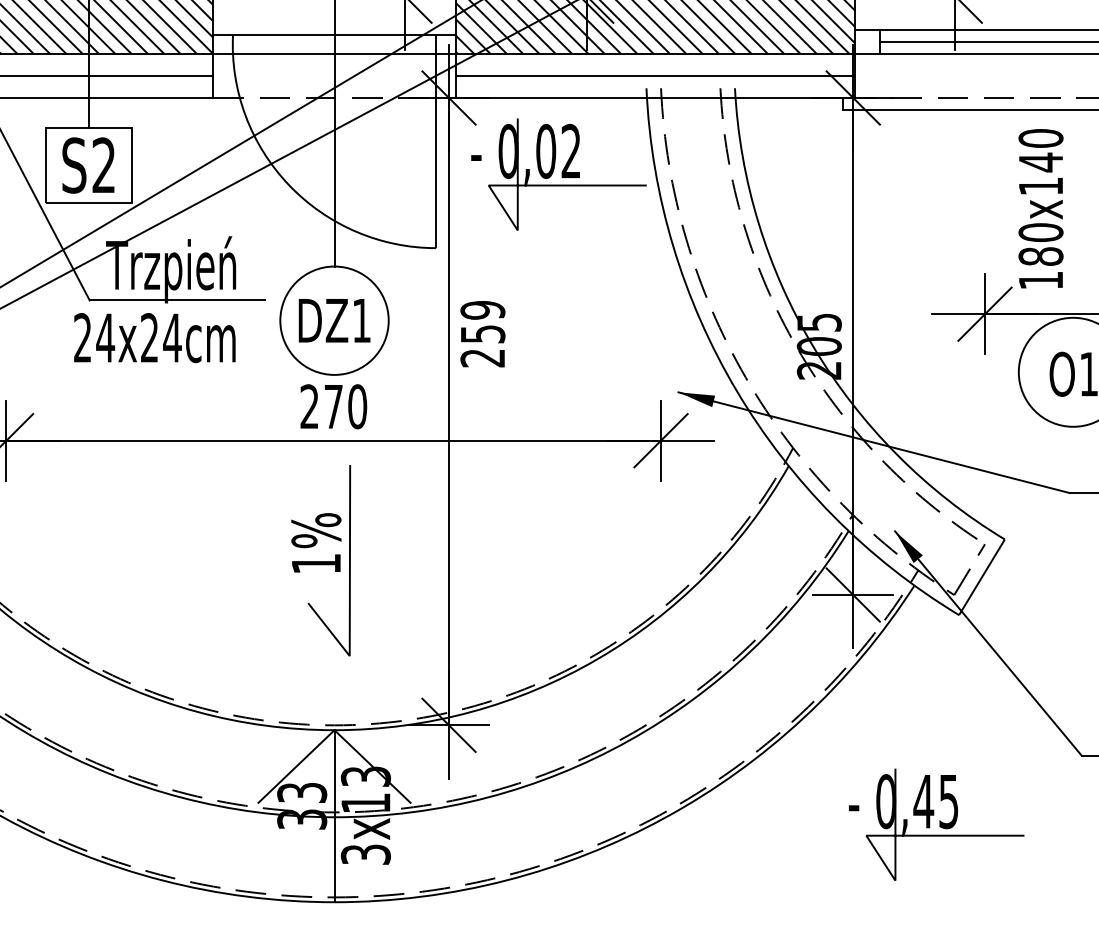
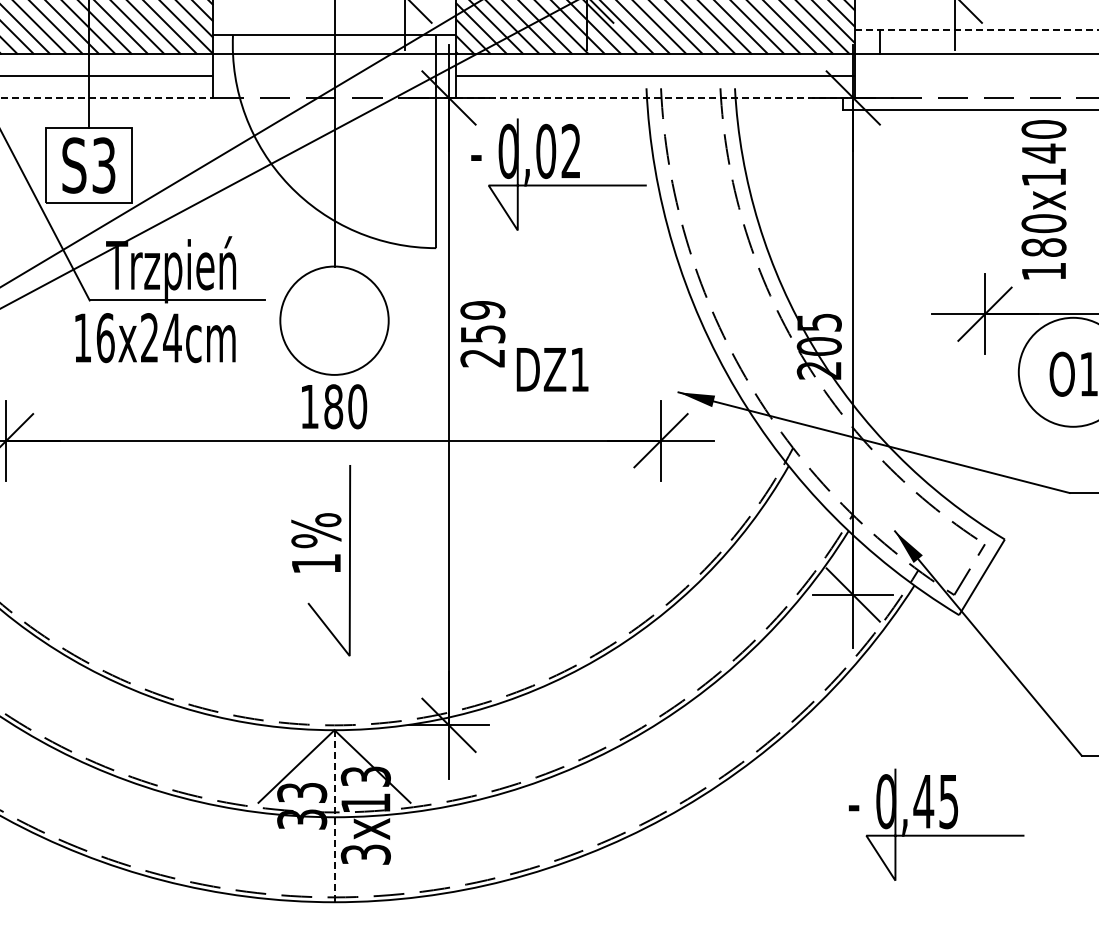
line at (977, 30): solid -> dashed
line at (987, 42): present -> none
line at (107, 97): solid -> dashed
line at (655, 97): solid -> dashed
text at (103, 165): S2 -> S3
text at (1040, 208) position: (1040, 208) -> (1043, 199)
text at (334, 320) position: (334, 320) -> (552, 369)
text at (94, 338): 24x24cm -> 16x24cm
text at (321, 406): 270 -> 180
line at (334, 815): solid -> dashed
